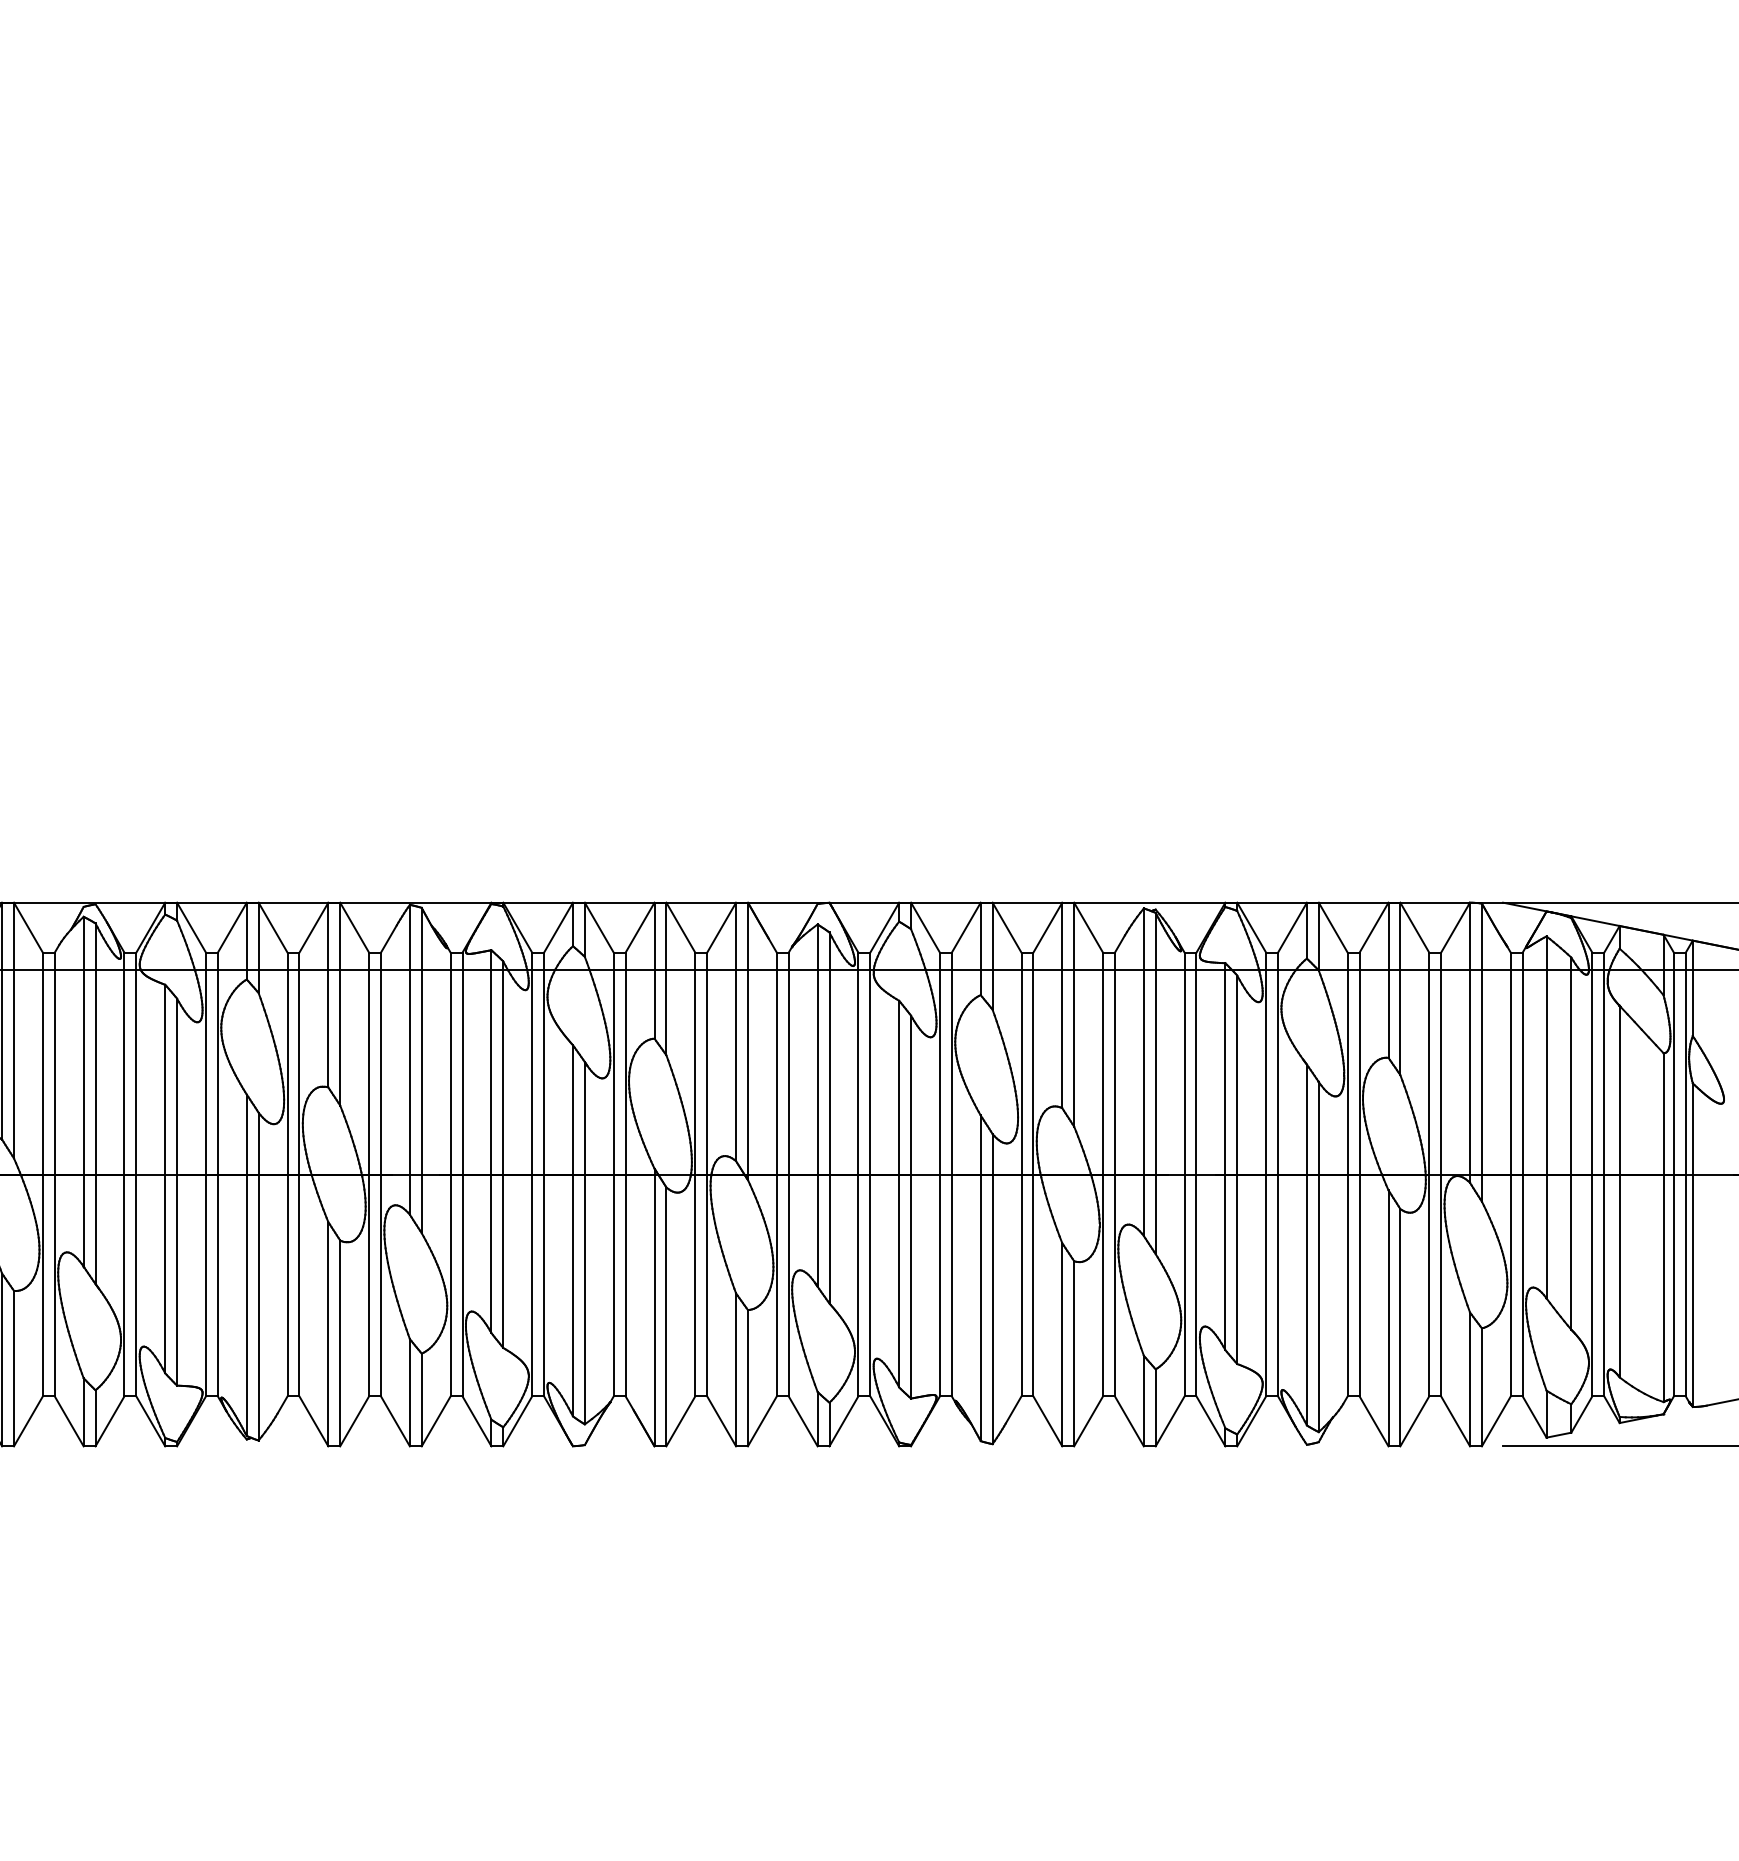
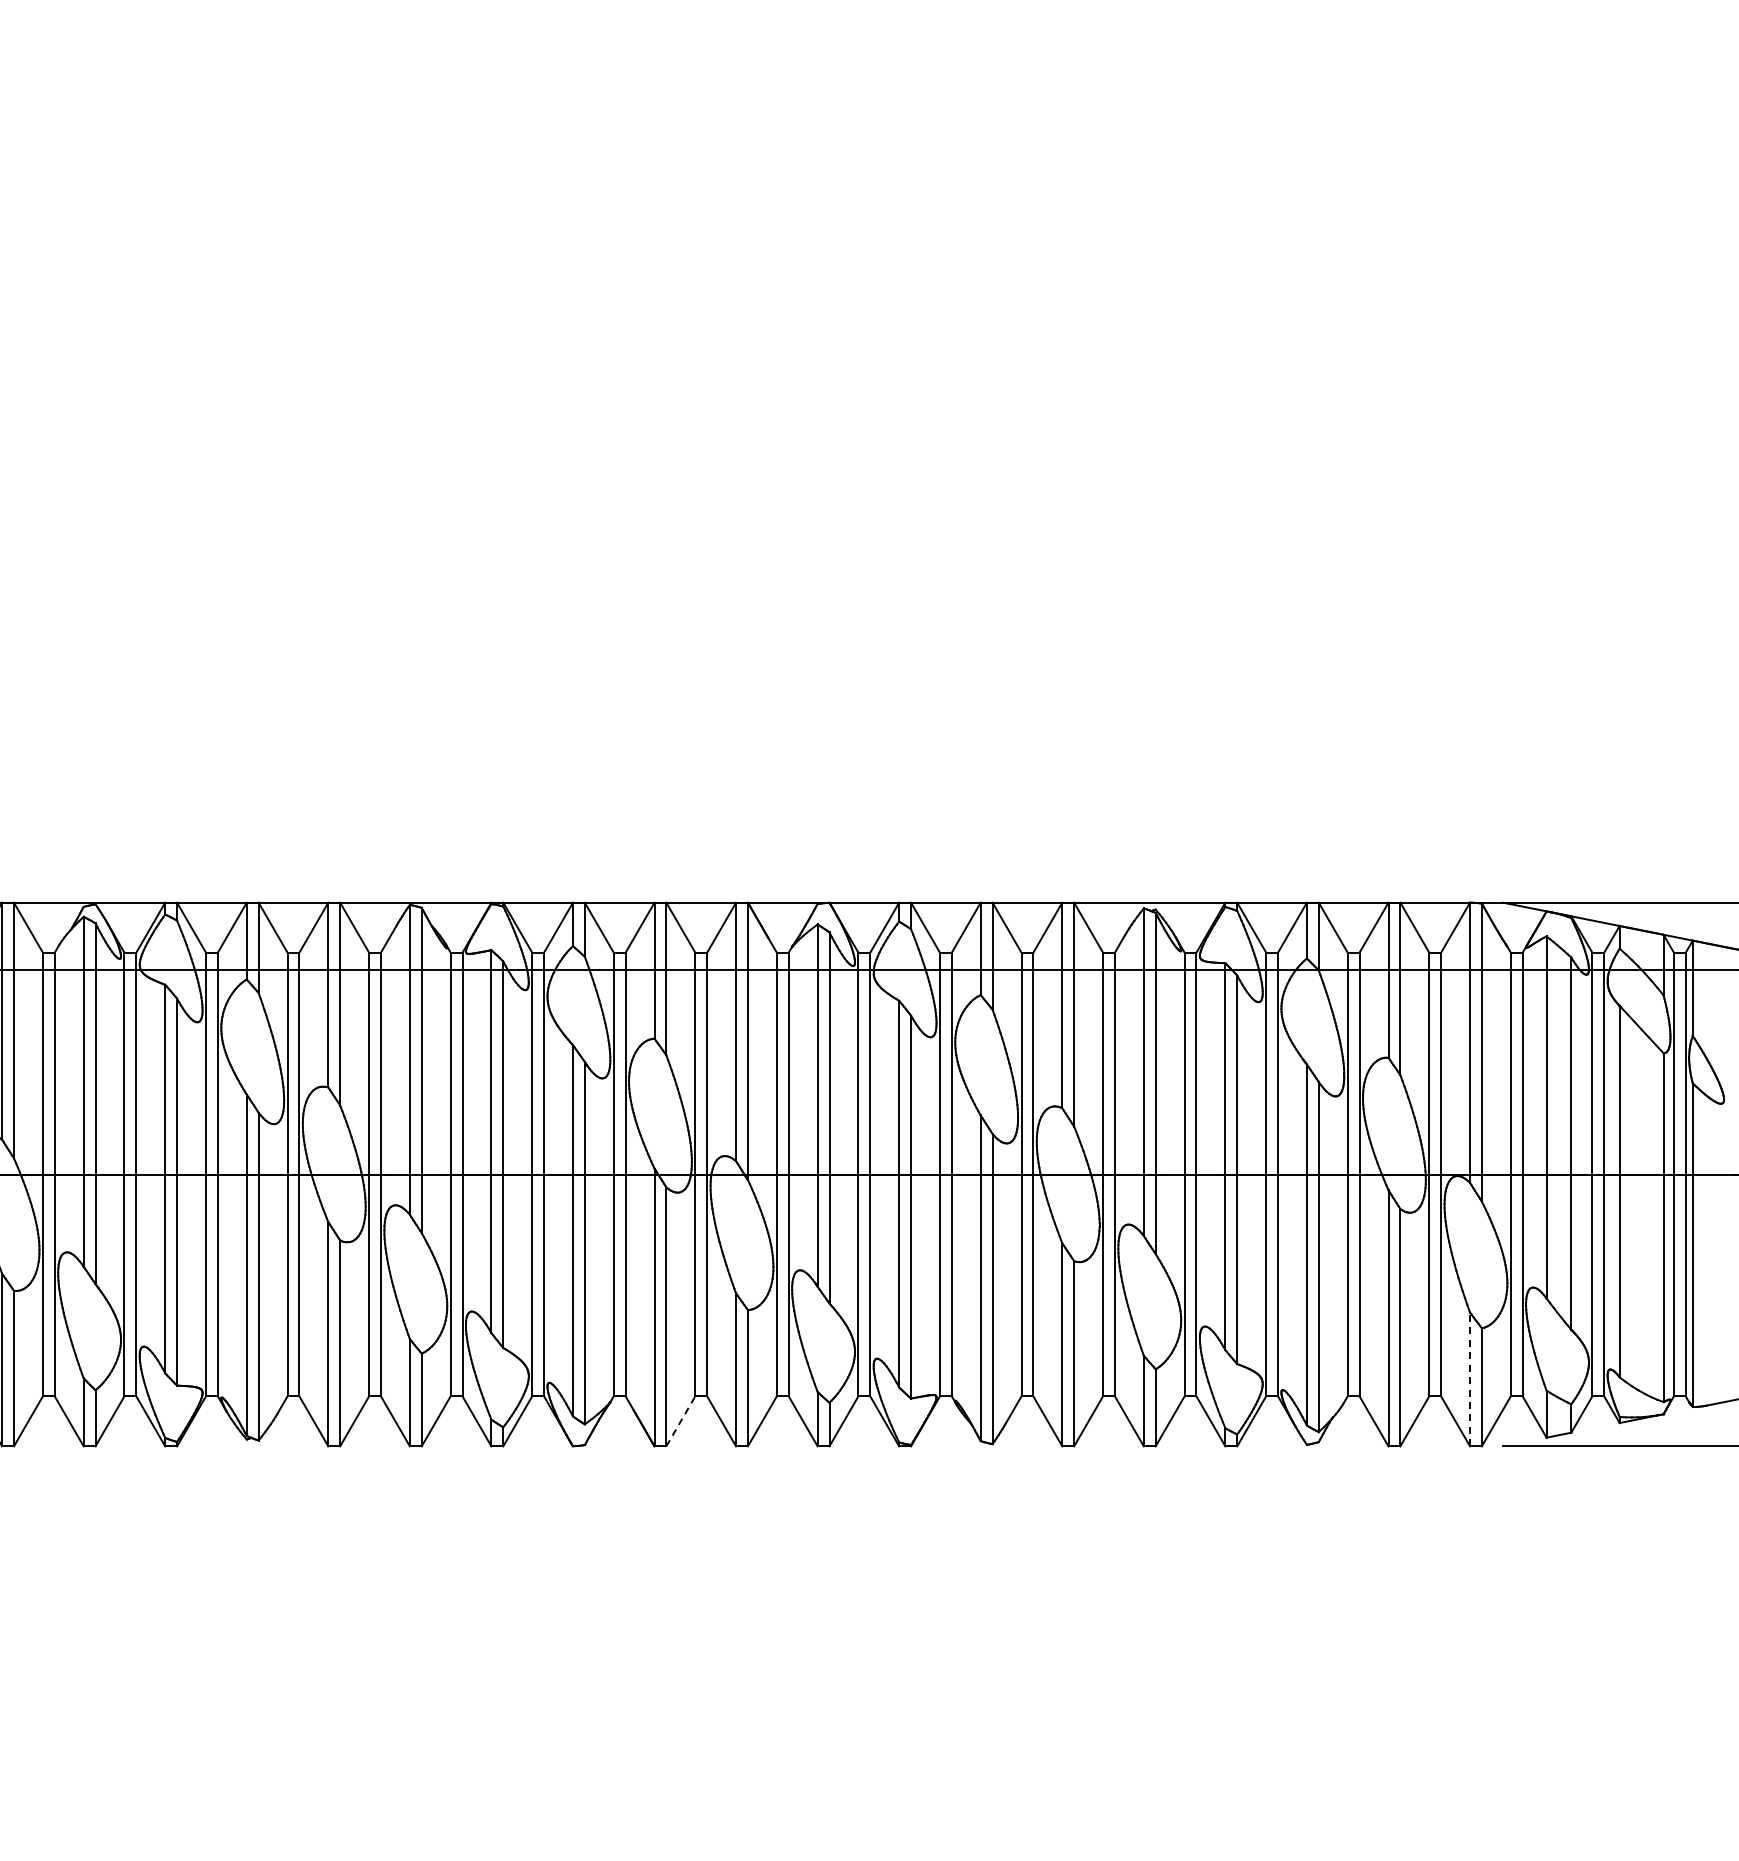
line at (1470, 1379): solid -> dashed
line at (680, 1421): solid -> dashed
